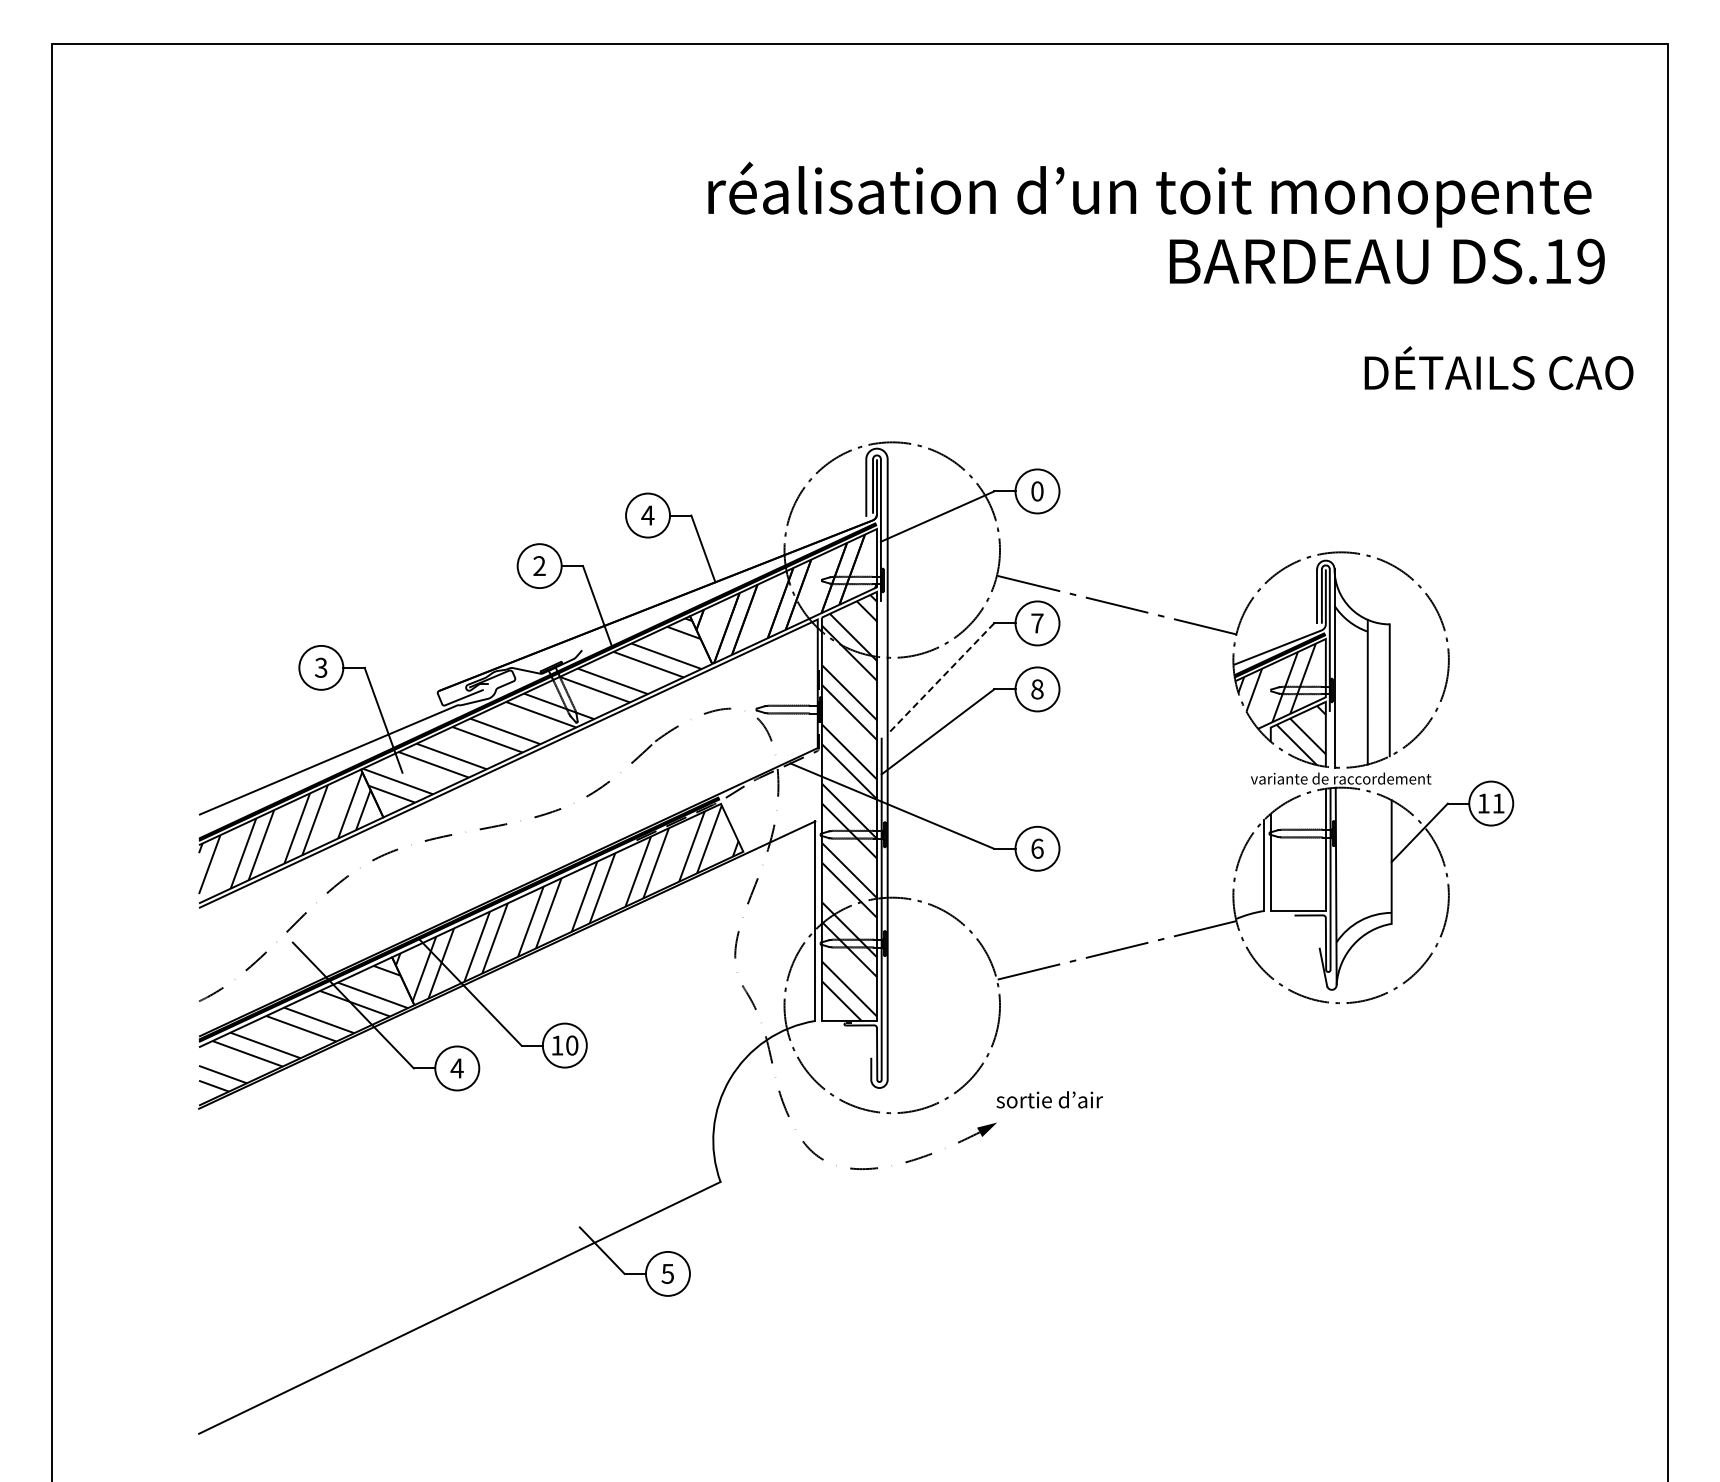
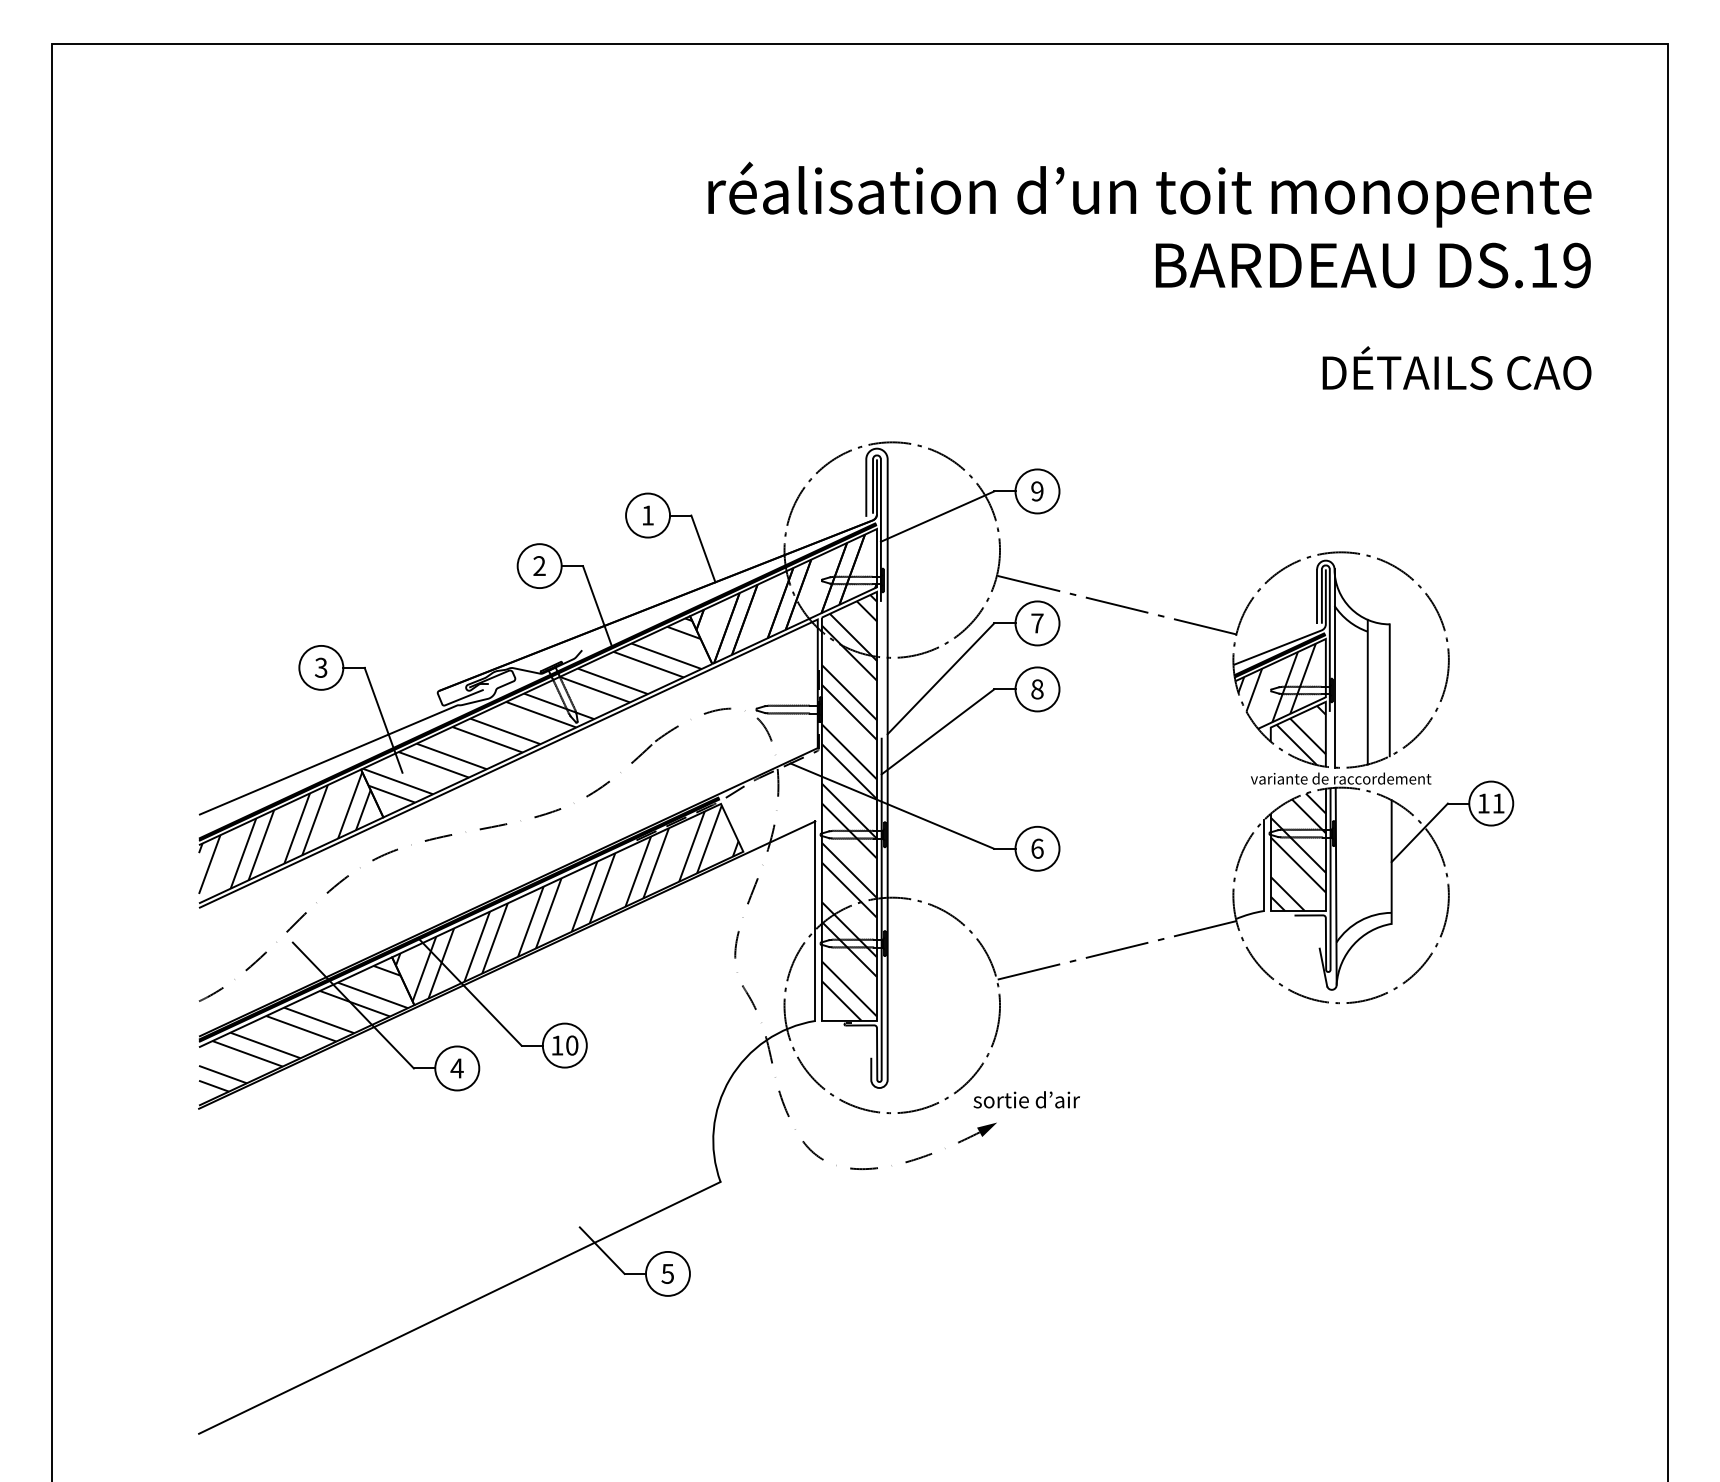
text at (1387, 261) position: (1387, 261) -> (1373, 265)
text at (1498, 368) position: (1498, 368) -> (1456, 368)
text at (1037, 491): 0 -> 9
text at (647, 515): 4 -> 1
line at (940, 678): dashed -> solid
hatch at (1297, 851): none -> present
text at (1049, 1099) position: (1049, 1099) -> (1026, 1099)
